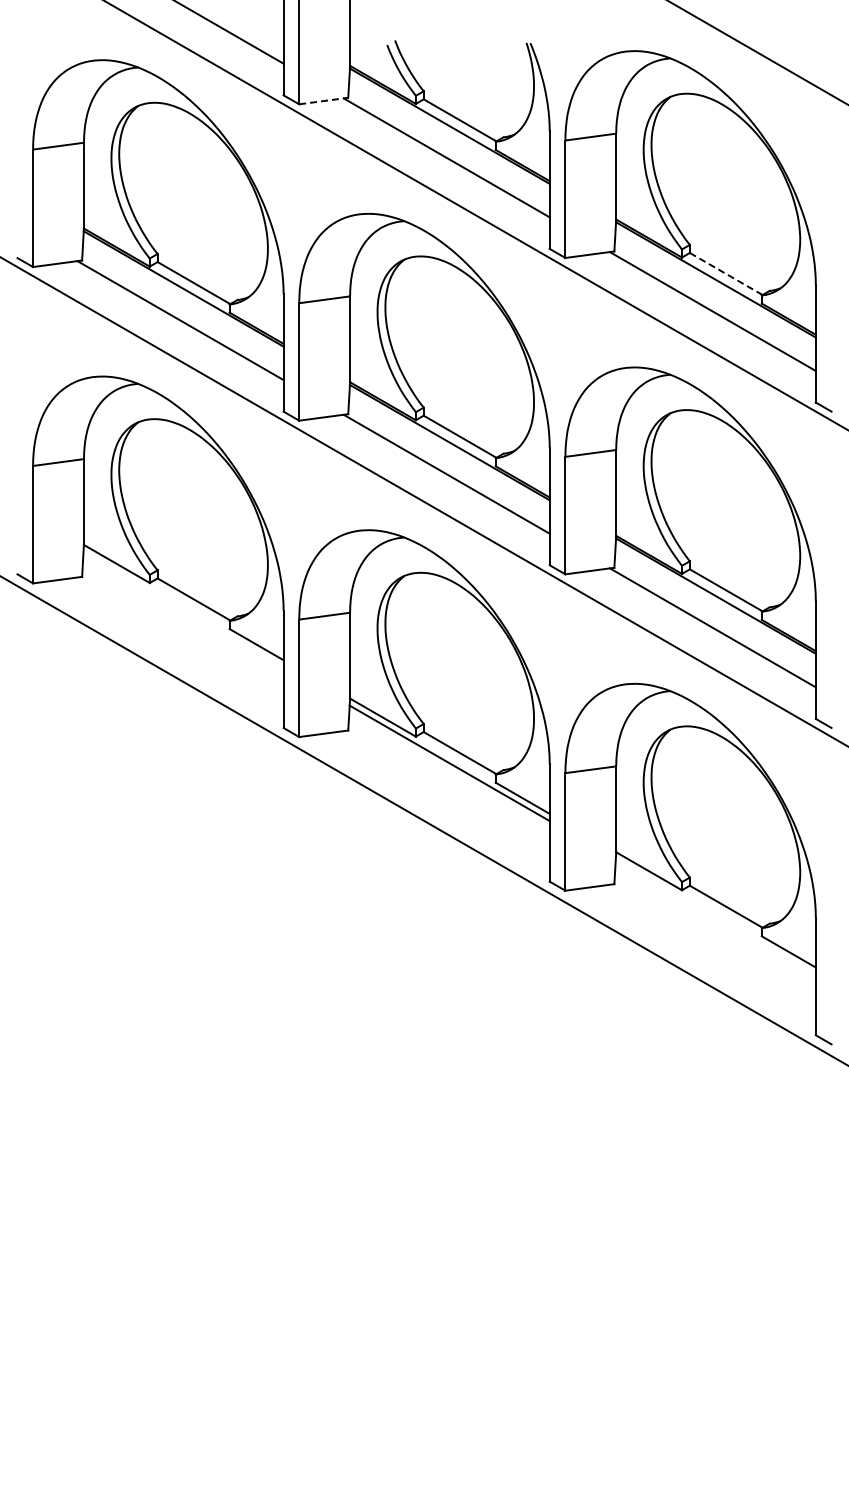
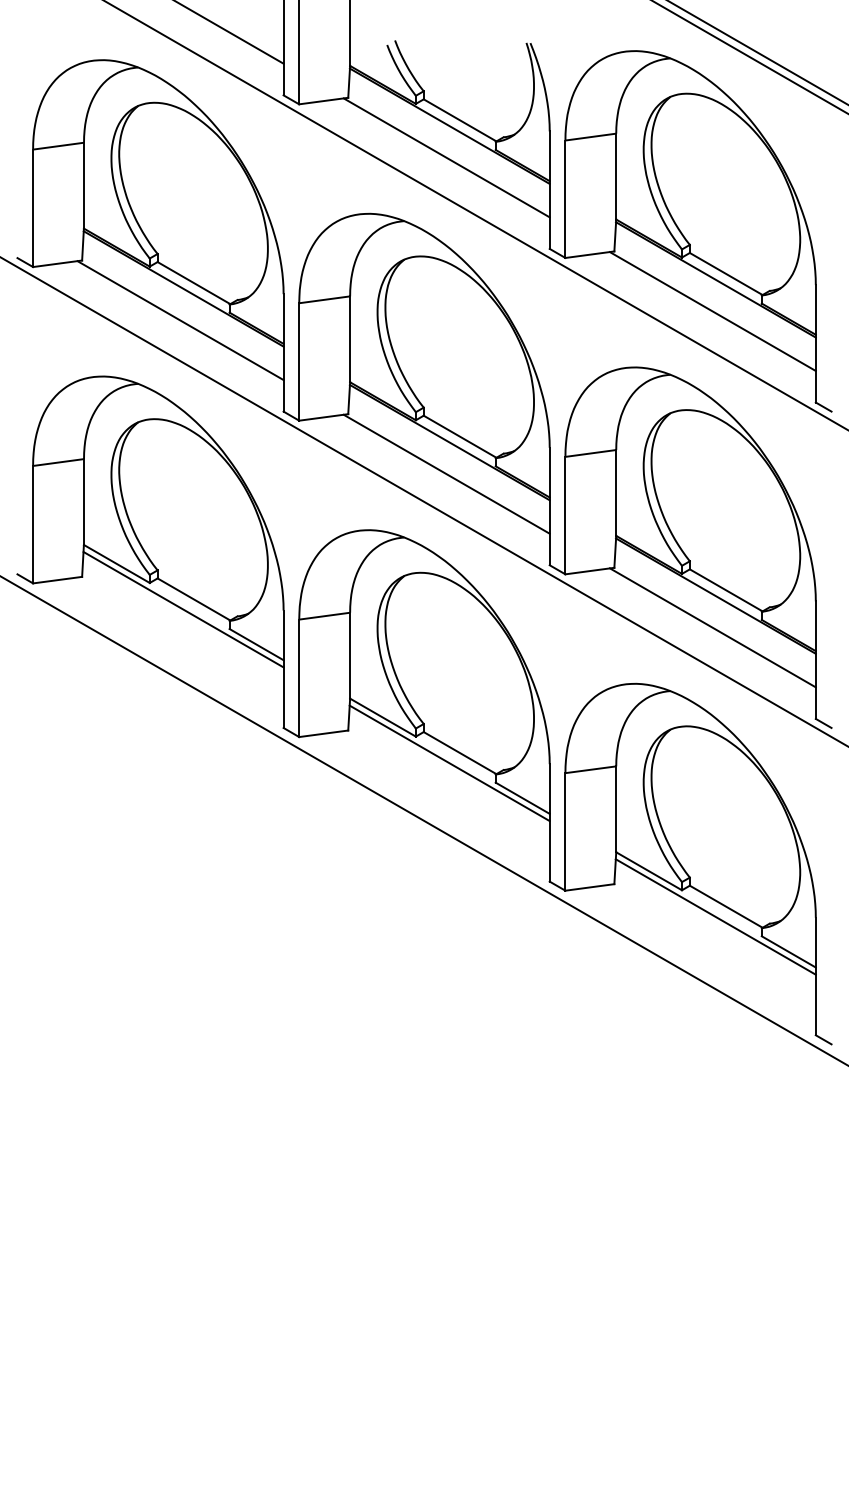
line at (749, 57): none -> present
line at (323, 101): dashed -> solid
line at (726, 274): dashed -> solid
line at (183, 609): none -> present
line at (715, 916): none -> present
